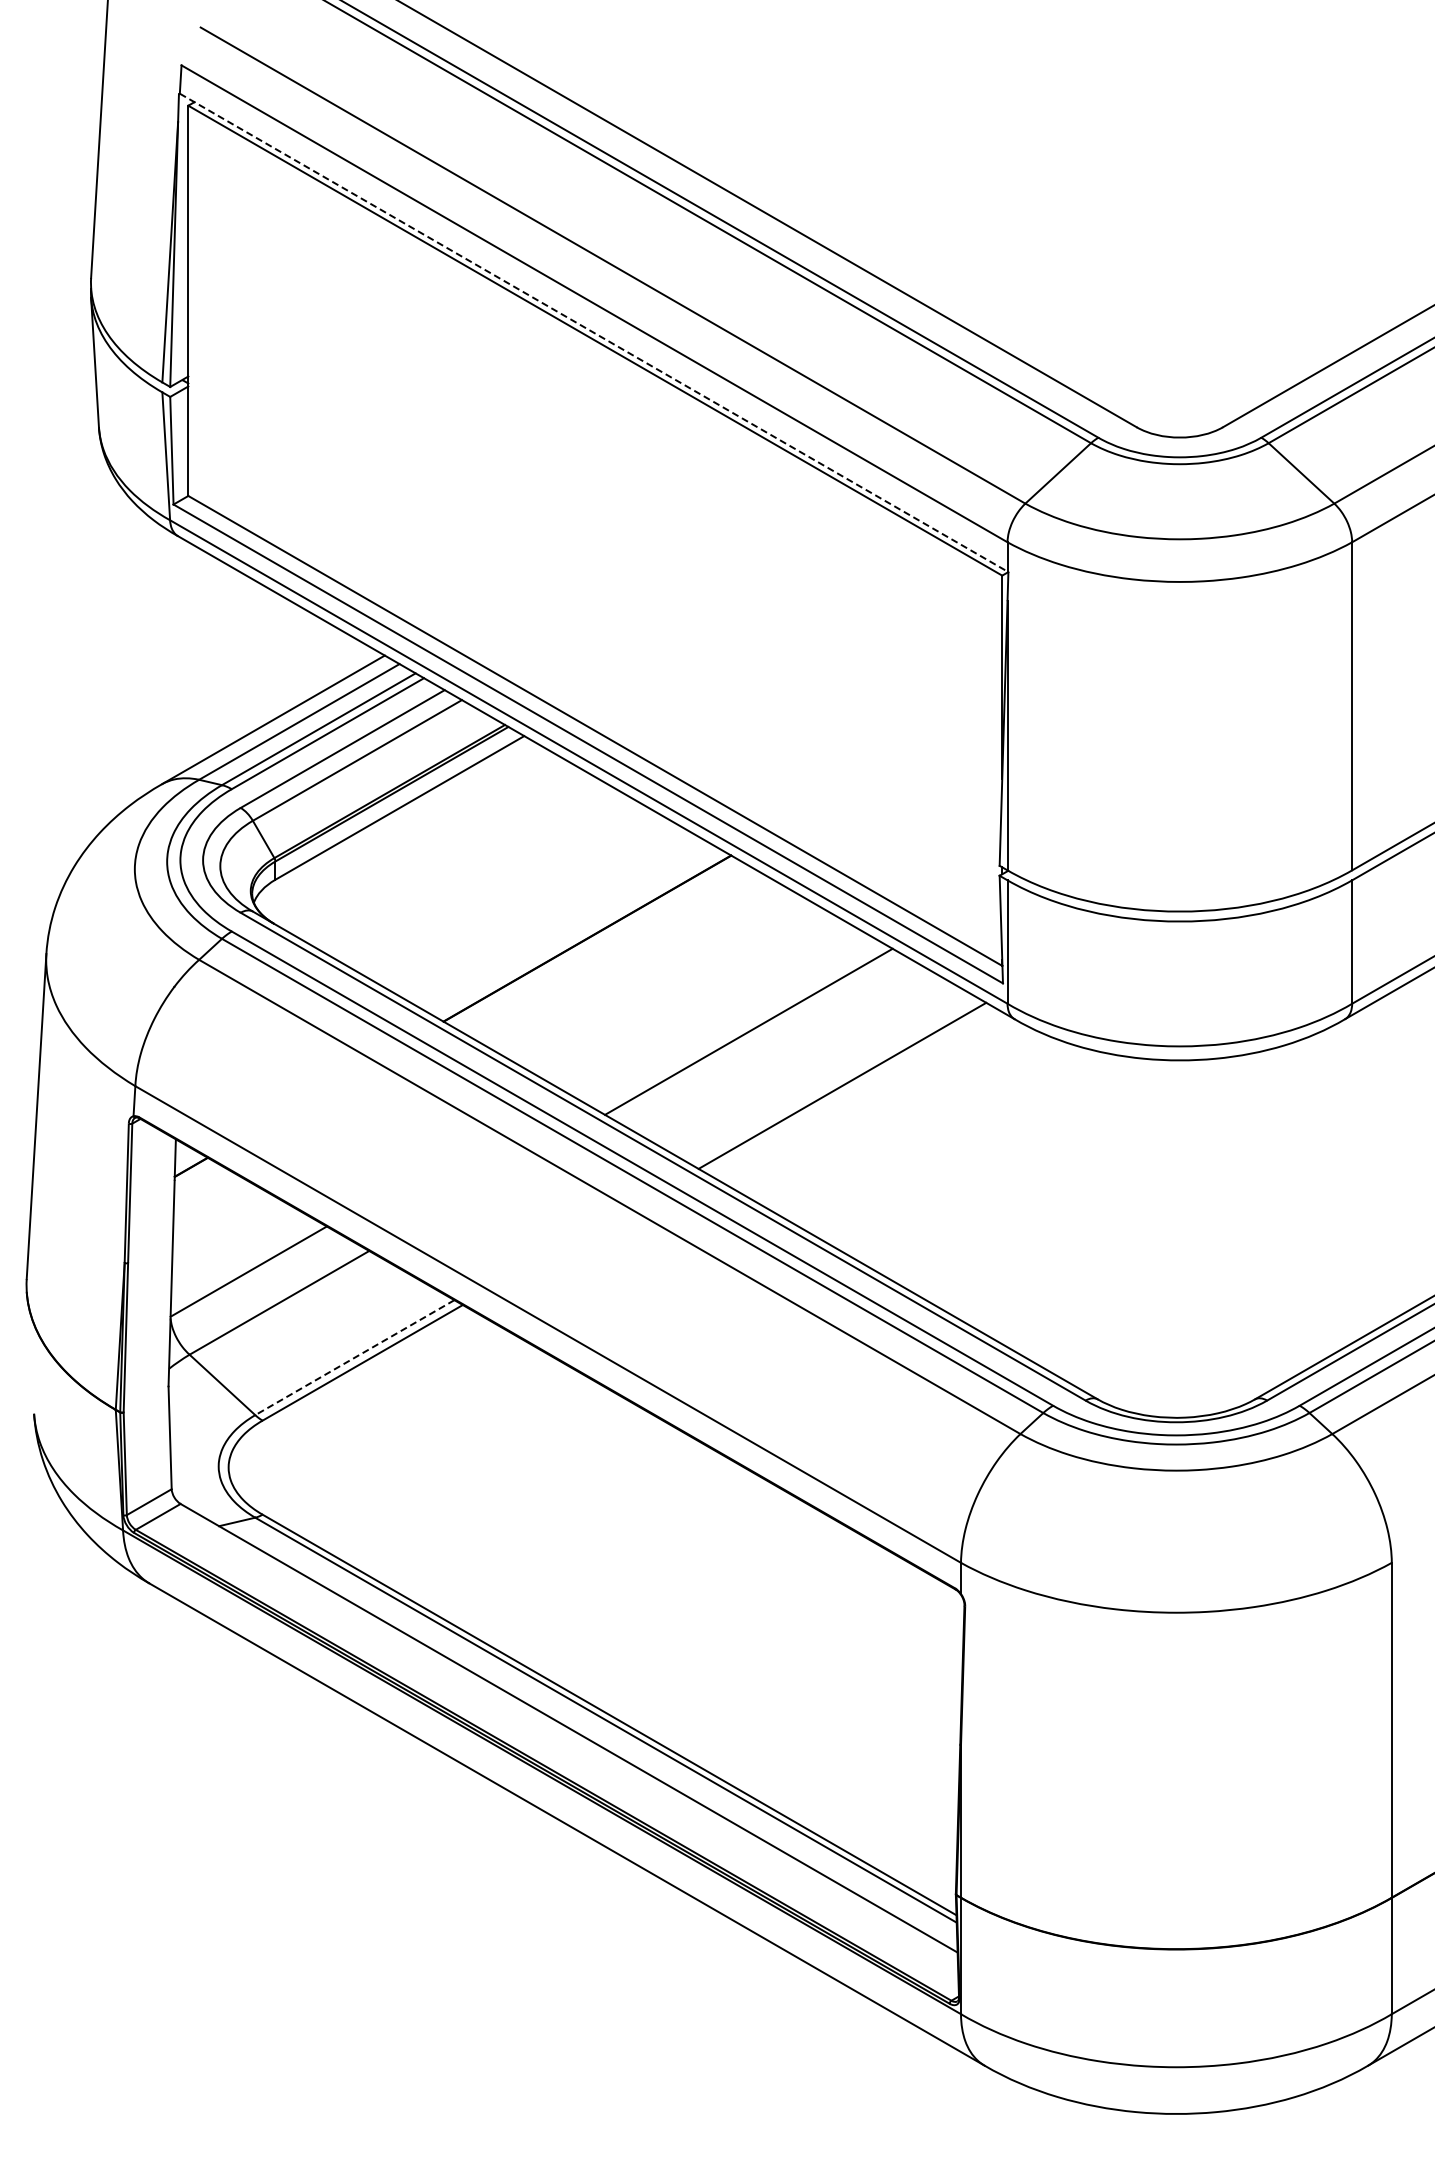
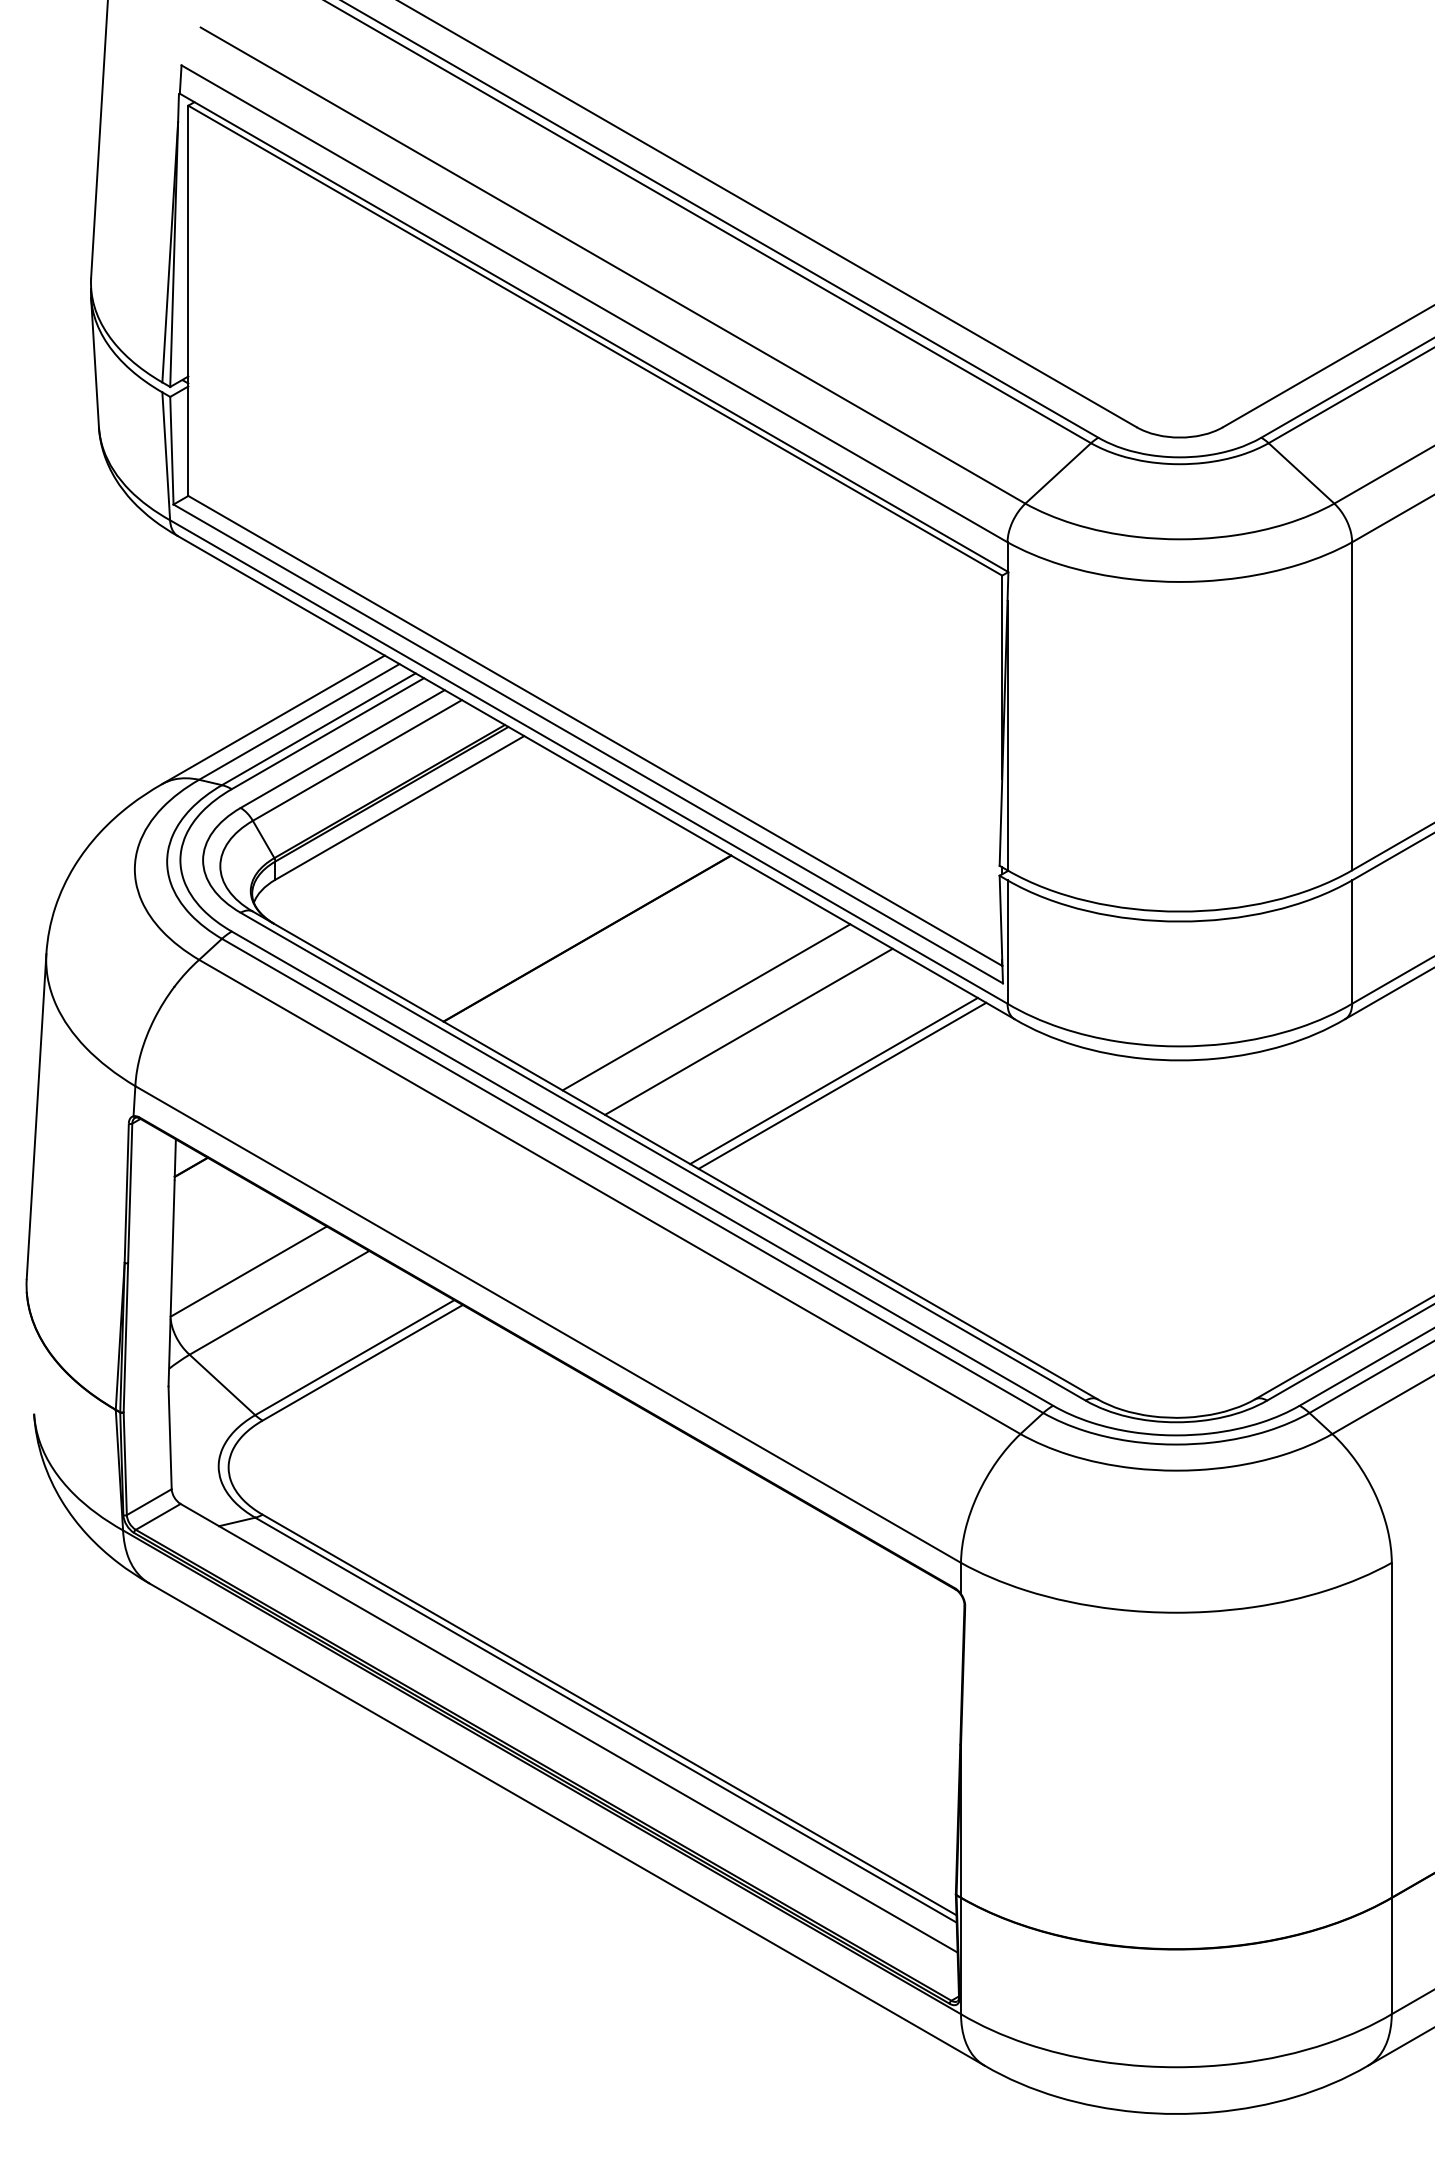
line at (593, 332): dashed -> solid
line at (706, 1007): none -> present
line at (833, 1080): none -> present
line at (354, 1357): dashed -> solid
